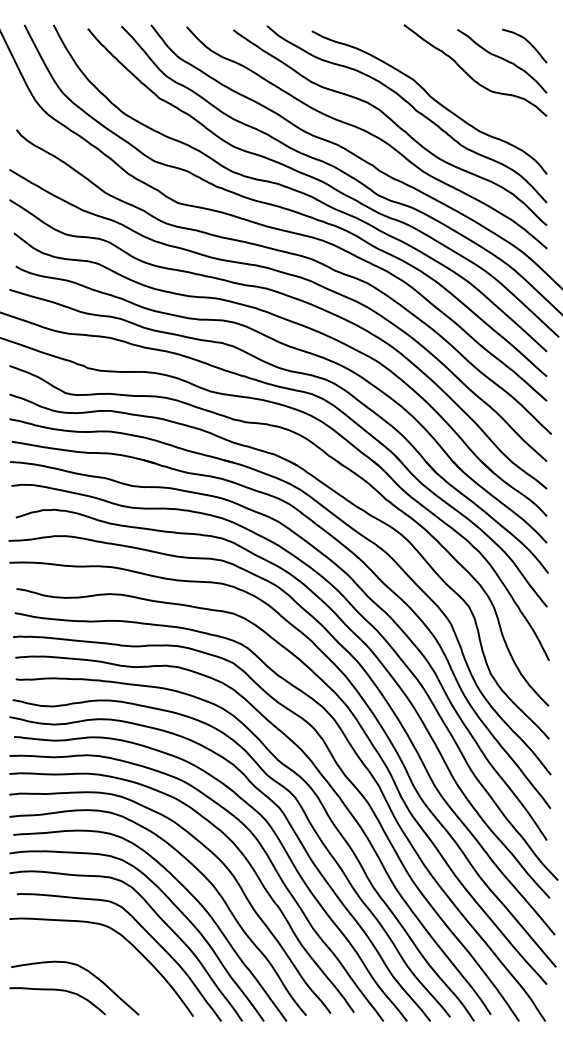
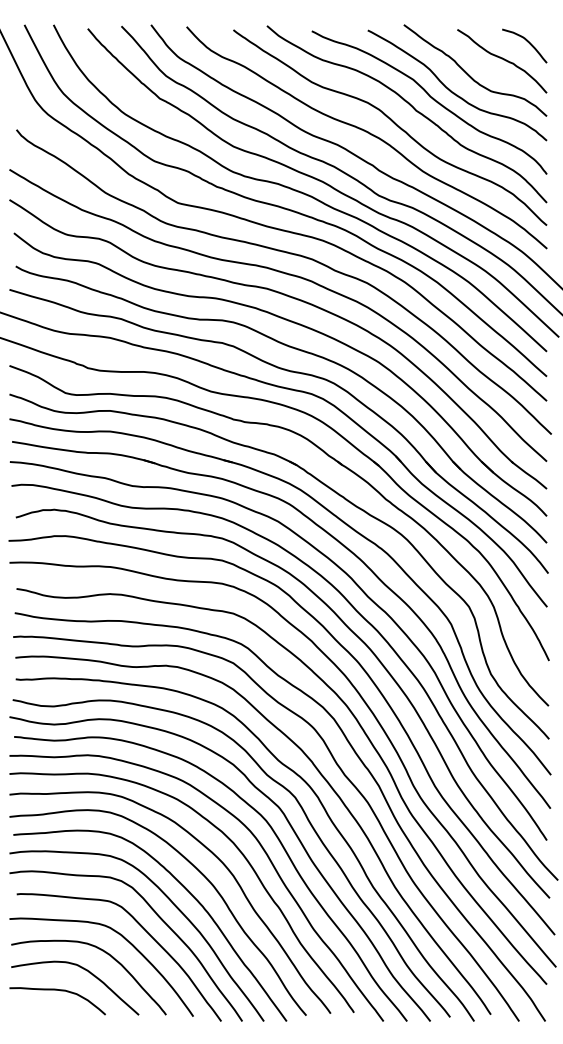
curve at (454, 92): none -> present
curve at (105, 953): none -> present
